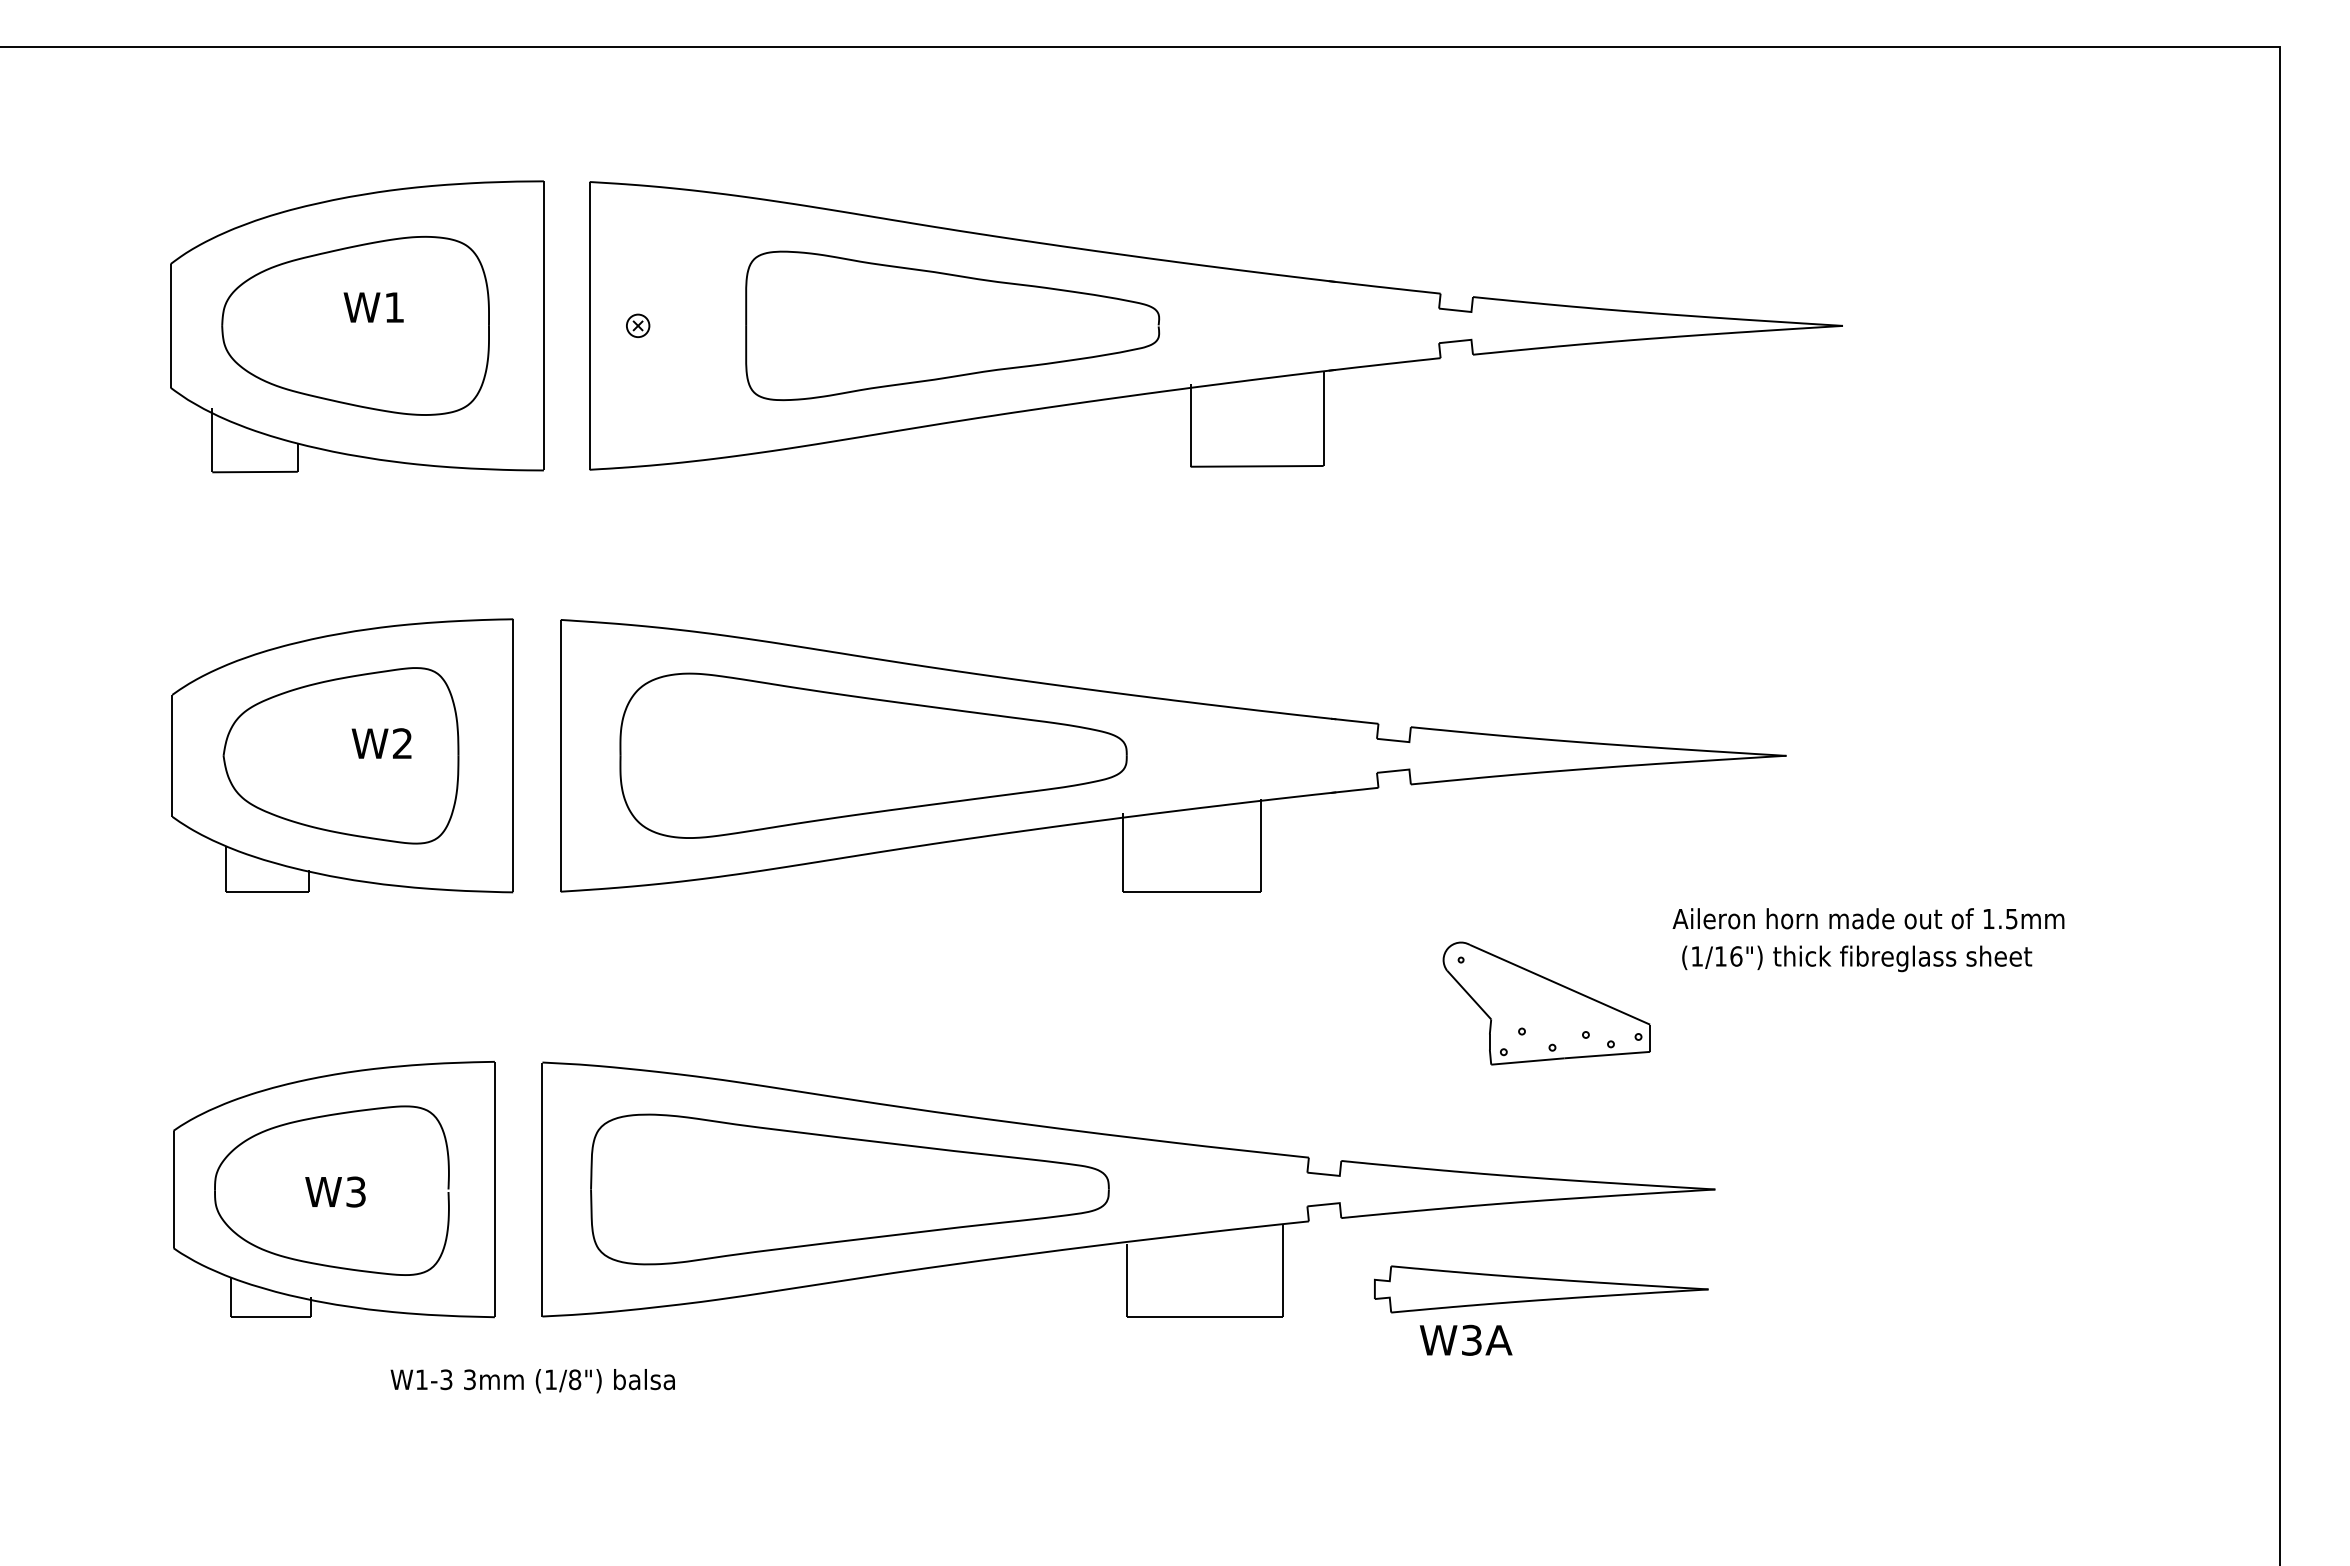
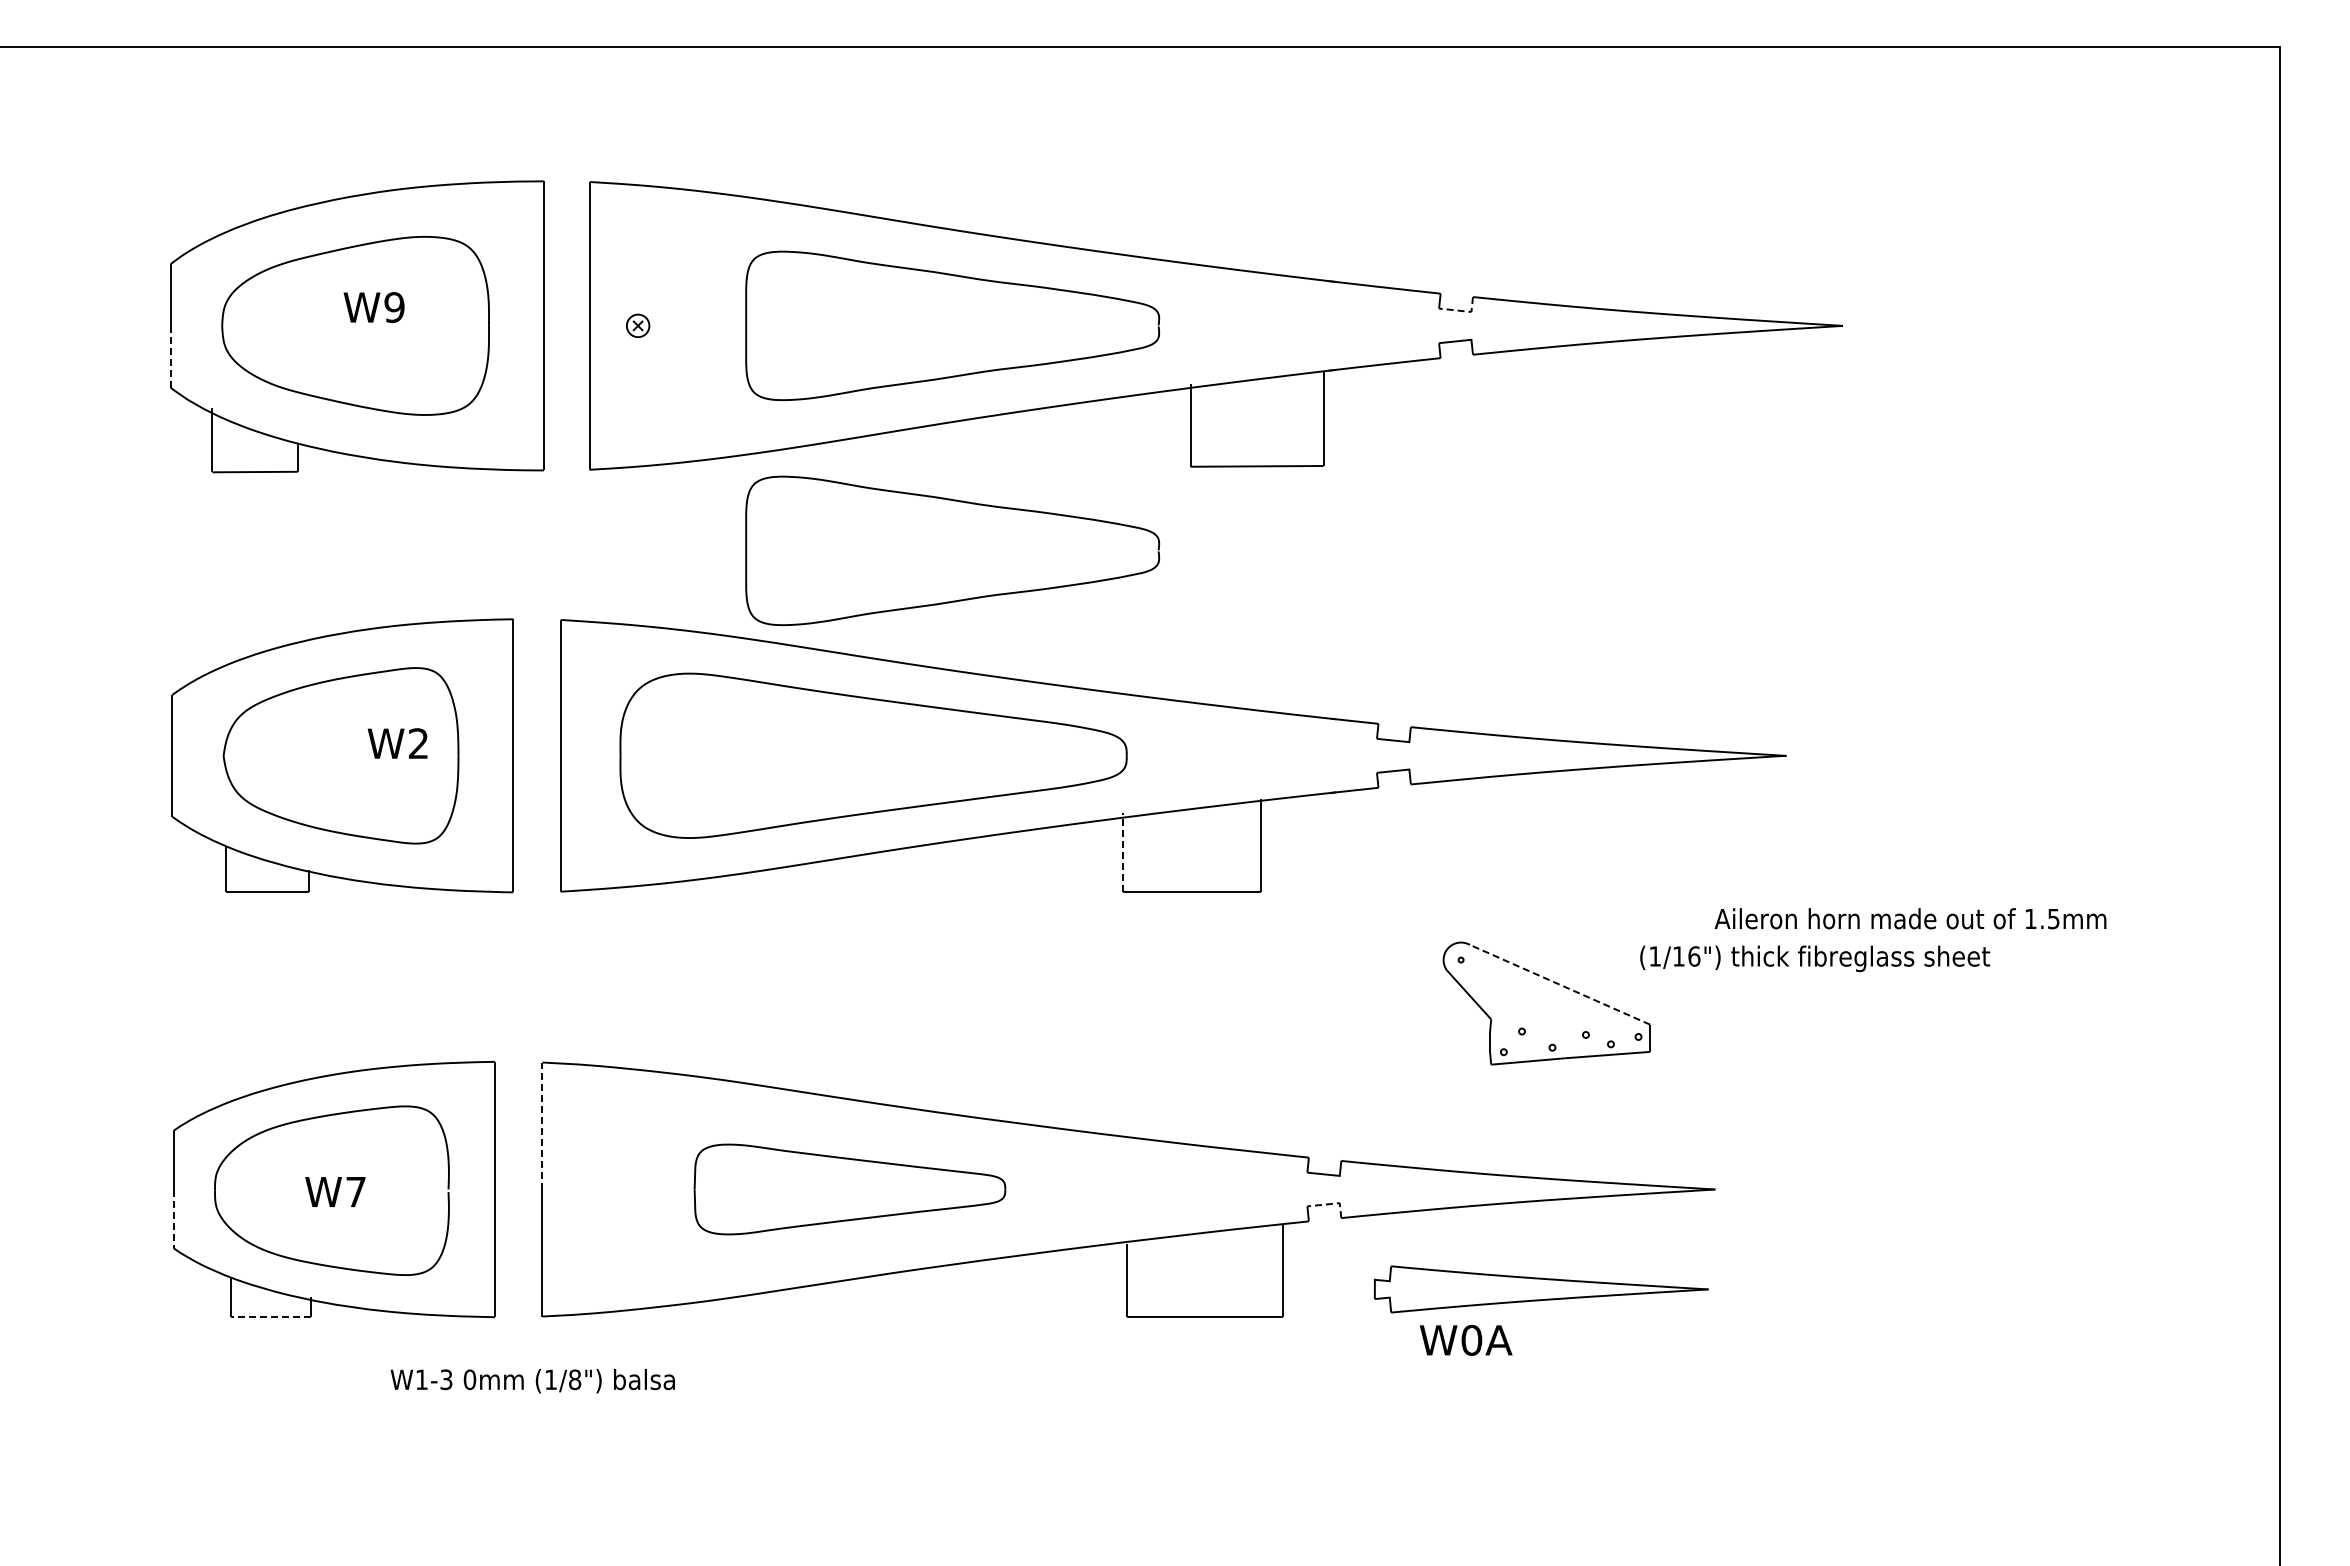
text at (394, 307): W1 -> W9
line at (1463, 311): solid -> dashed
line at (170, 356): solid -> dashed
part at (952, 550): none -> present
text at (381, 743) position: (381, 743) -> (397, 743)
line at (1123, 852): solid -> dashed
text at (1868, 918) position: (1868, 918) -> (1910, 918)
text at (1857, 958) position: (1857, 958) -> (1815, 958)
line at (1560, 984): solid -> dashed
line at (542, 1125): solid -> dashed
part at (849, 1189) size: 520x153 px -> 314x93 px
text at (355, 1191): W3 -> W7
line at (1331, 1203): solid -> dashed
line at (173, 1219): solid -> dashed
line at (271, 1317): solid -> dashed
text at (1471, 1339): W3A -> W0A
text at (469, 1379): 3mm -> 0mm
